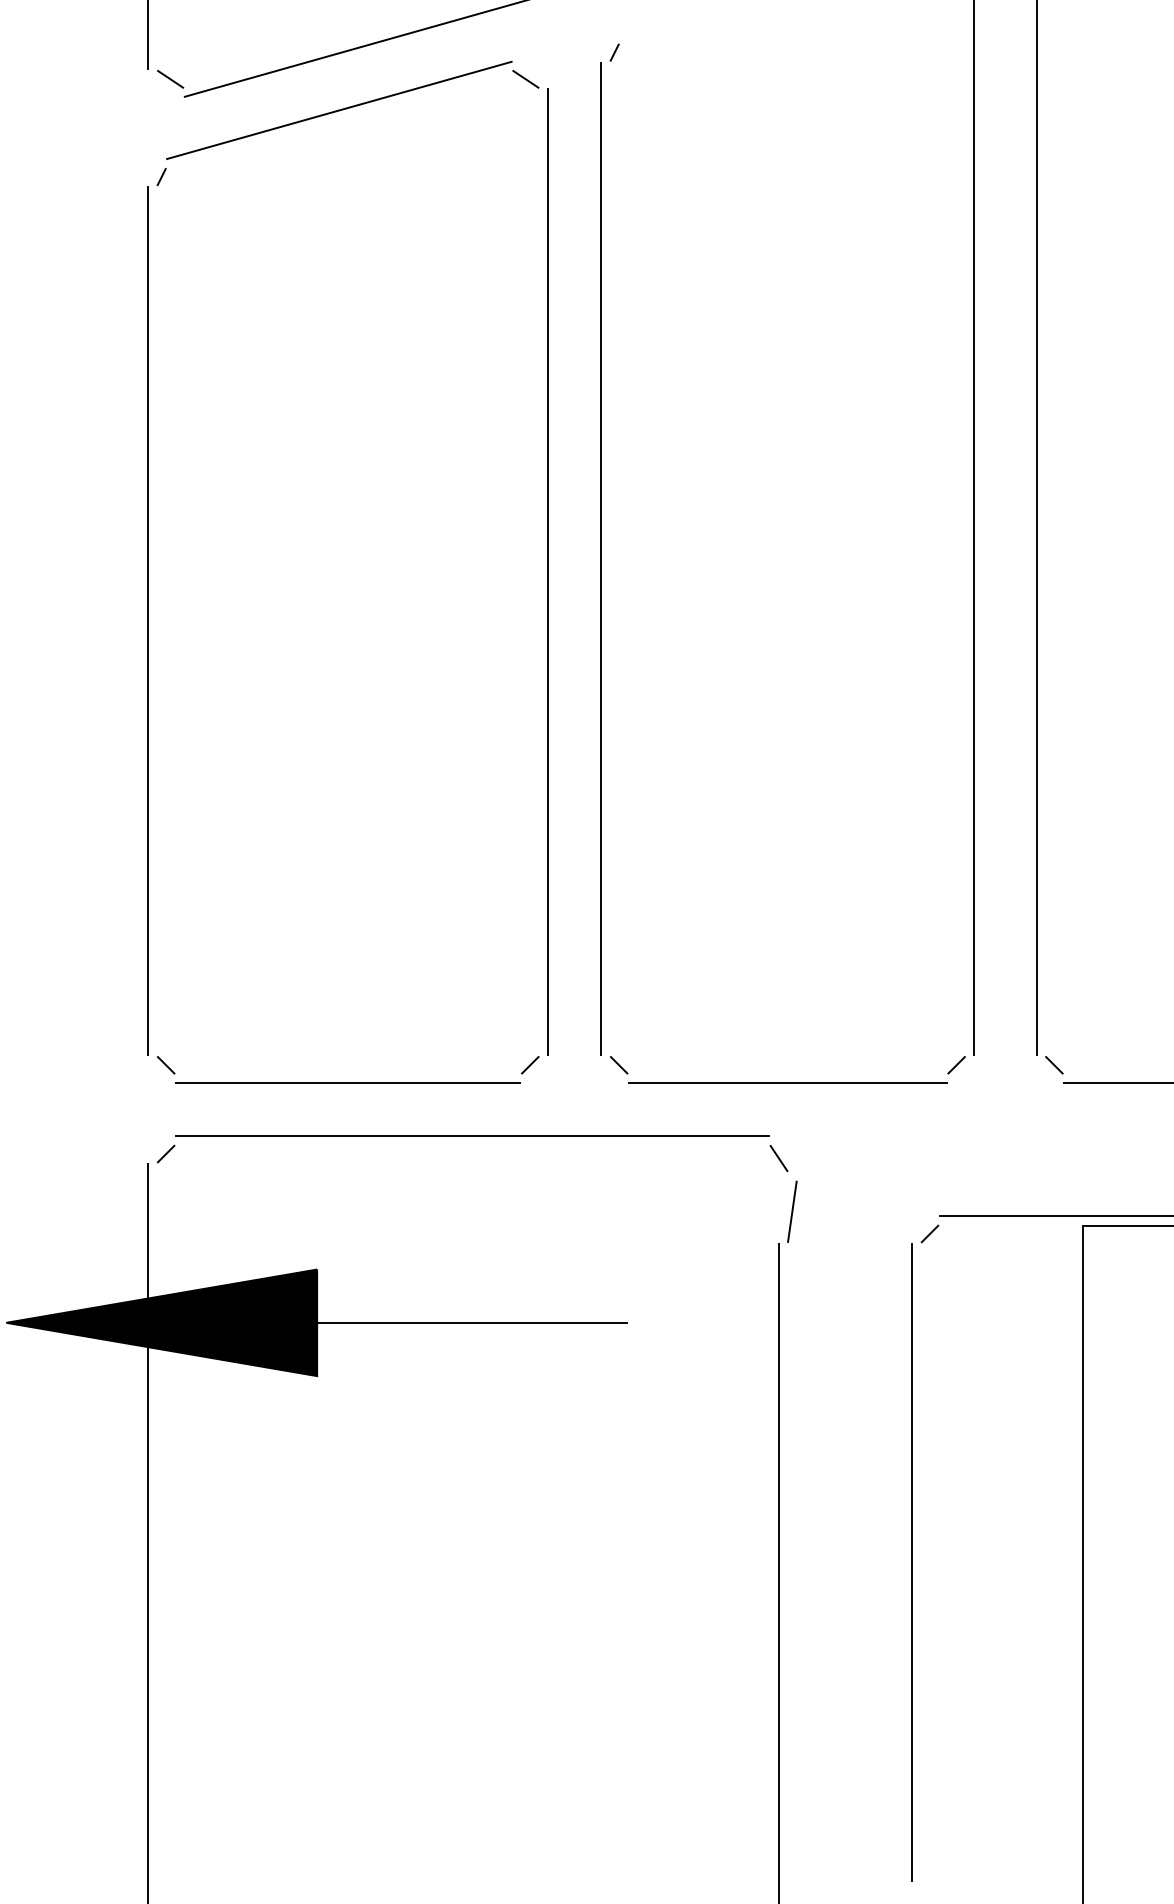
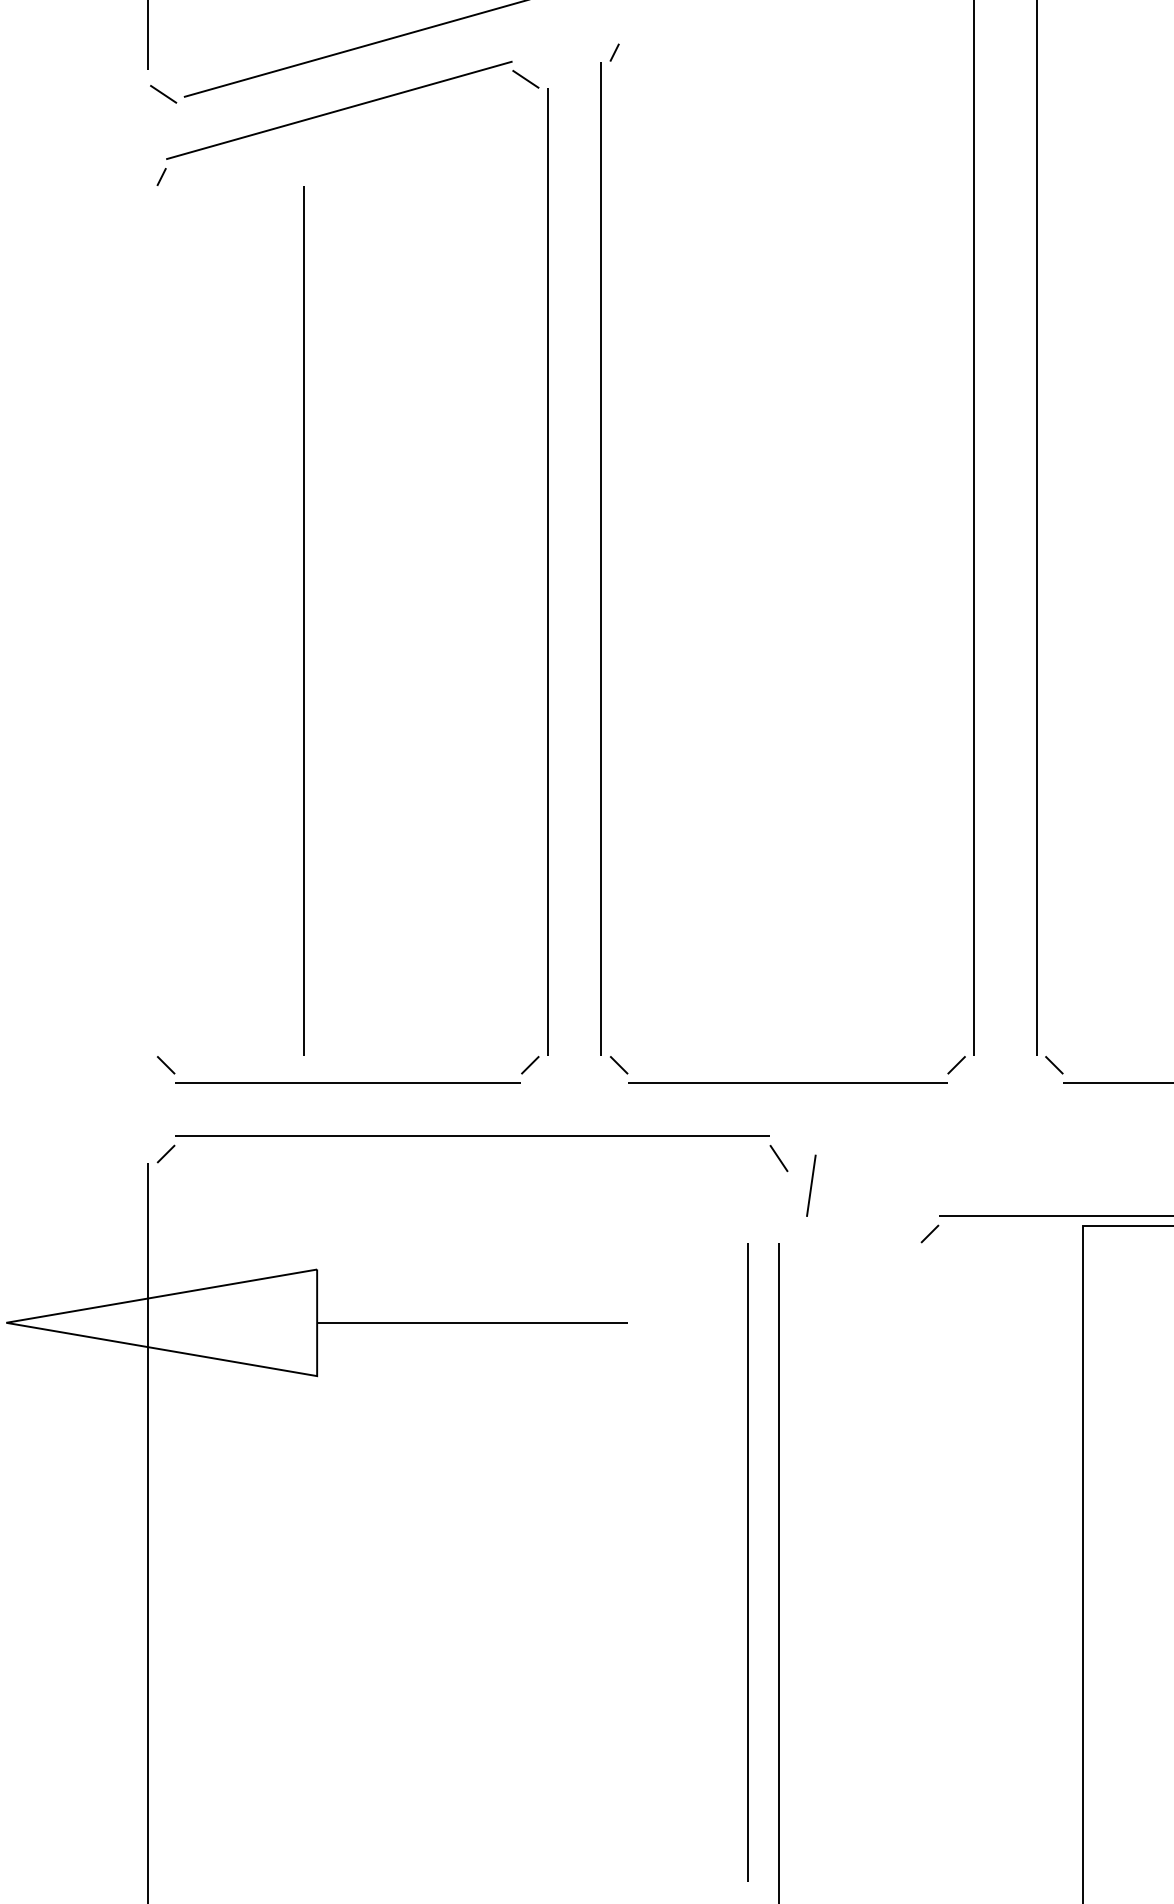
line at (170, 79) position: (170, 79) -> (163, 94)
line at (147, 620) position: (147, 620) -> (303, 620)
line at (792, 1211) position: (792, 1211) -> (811, 1185)
fill at (161, 1322): present -> none
line at (911, 1562) position: (911, 1562) -> (747, 1562)
